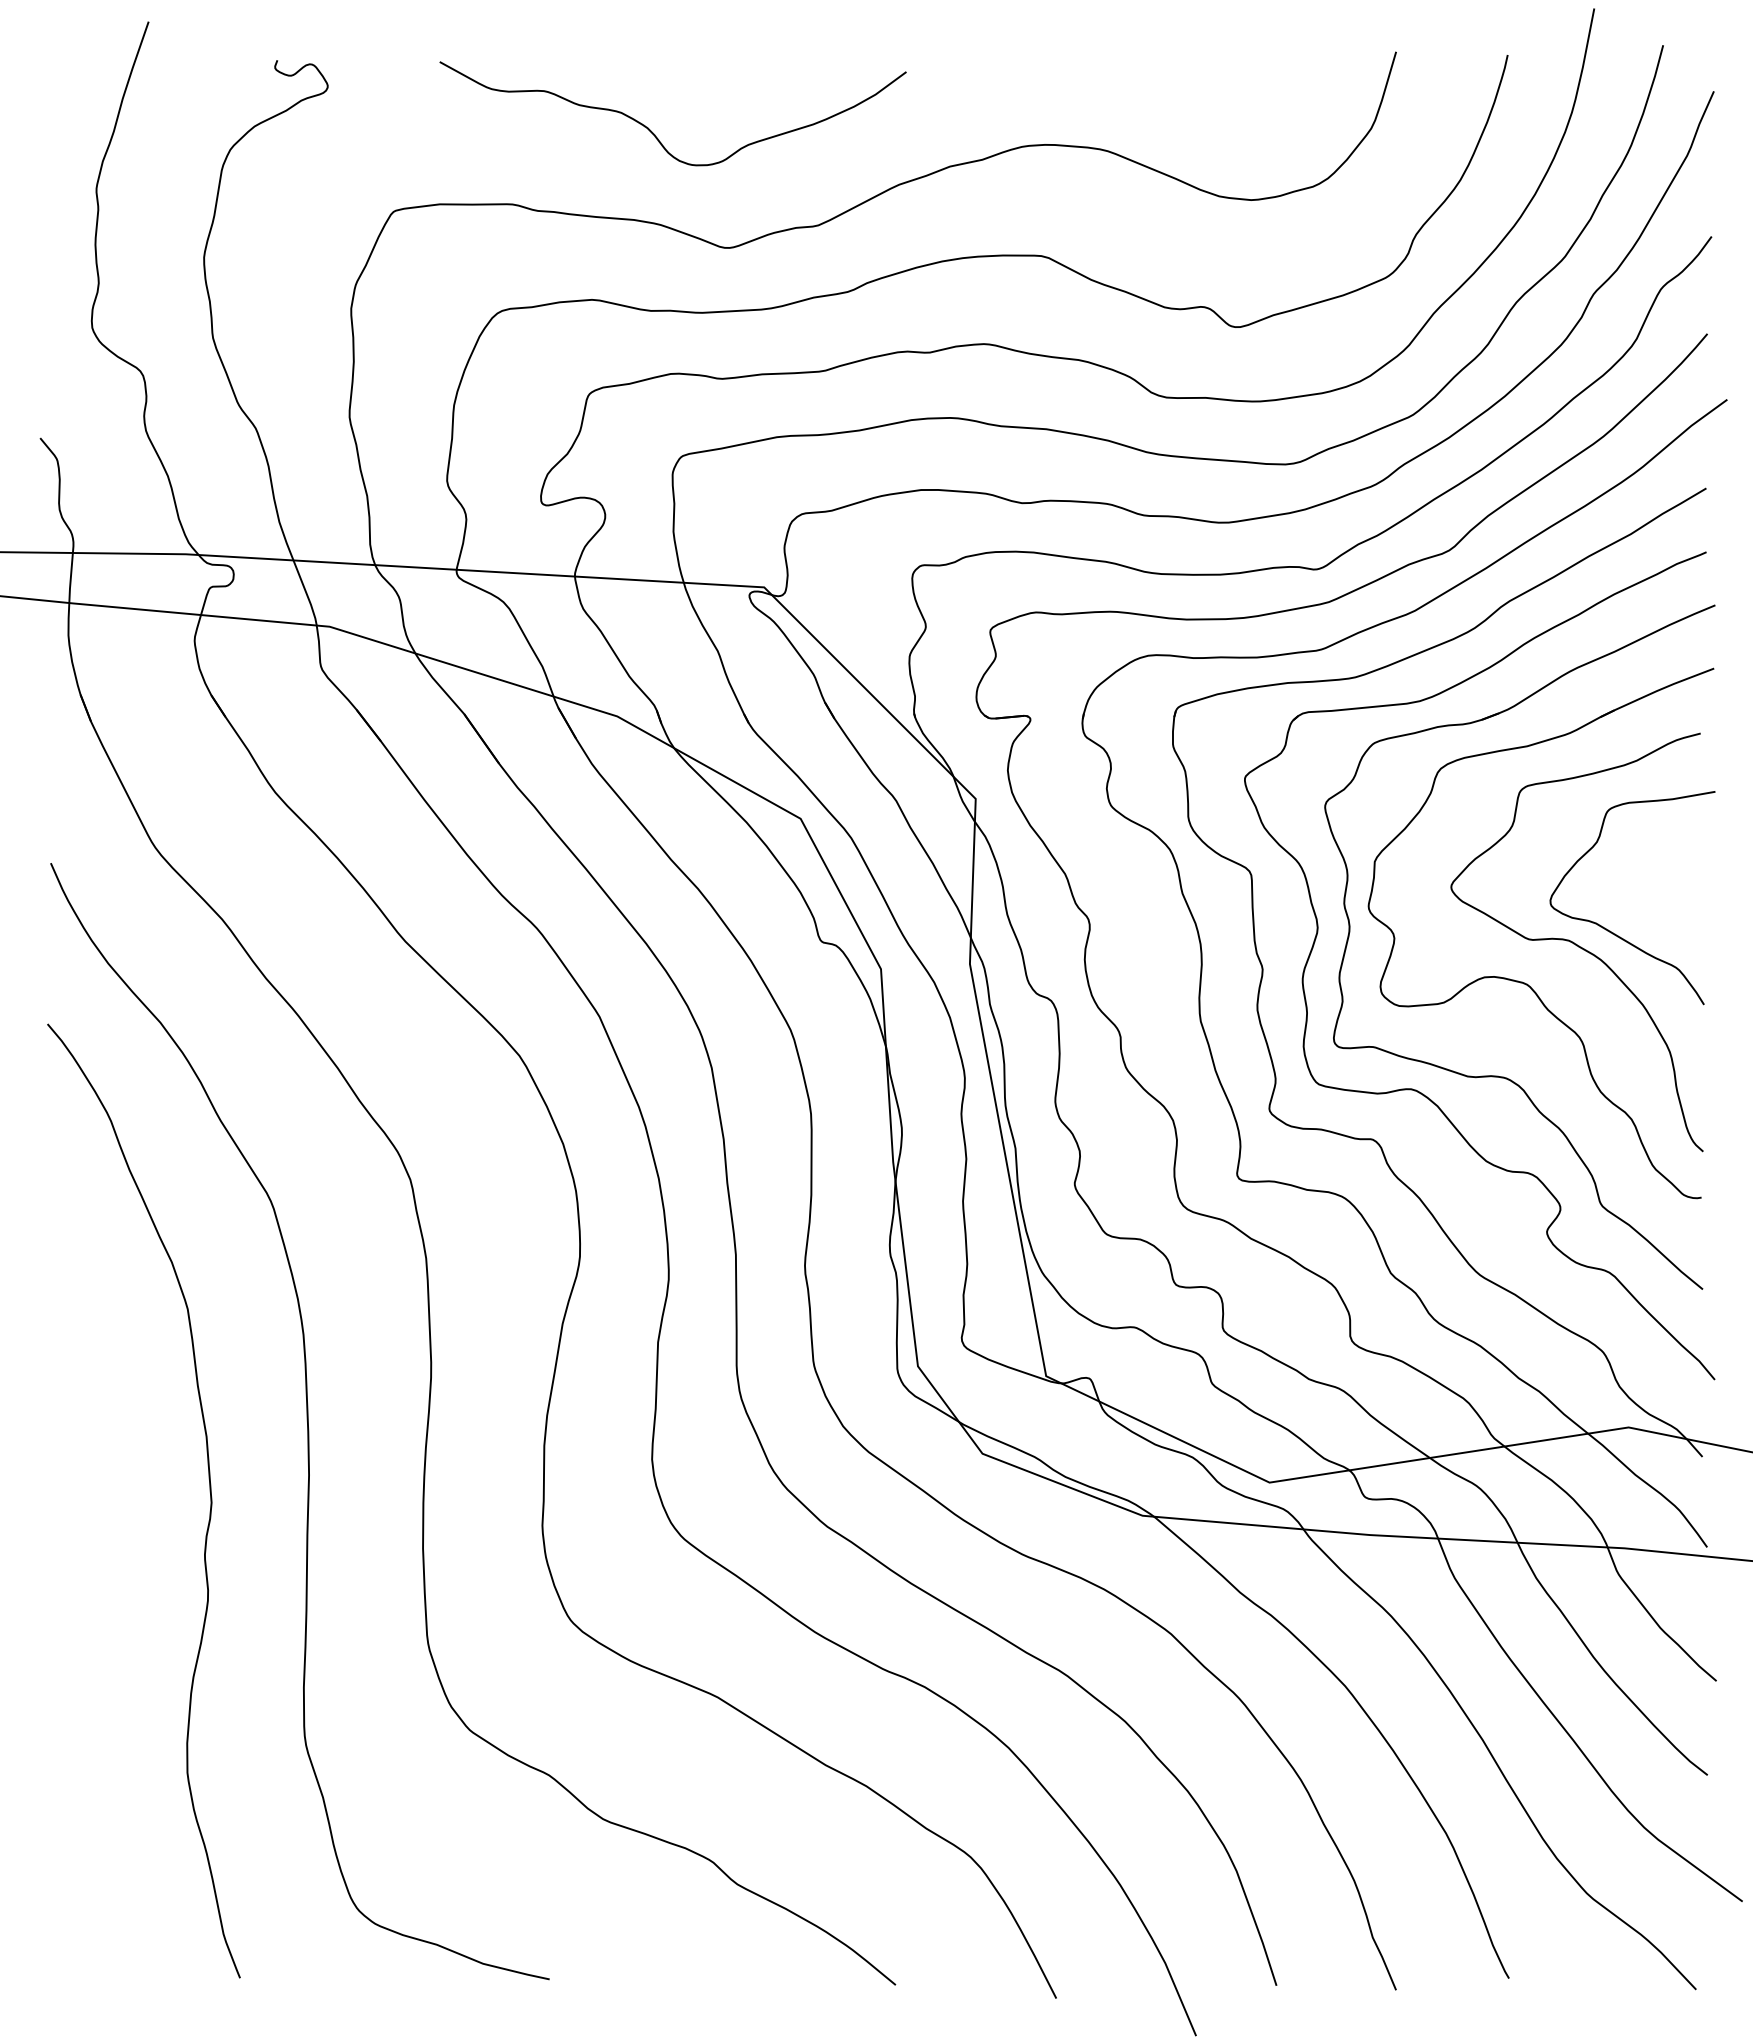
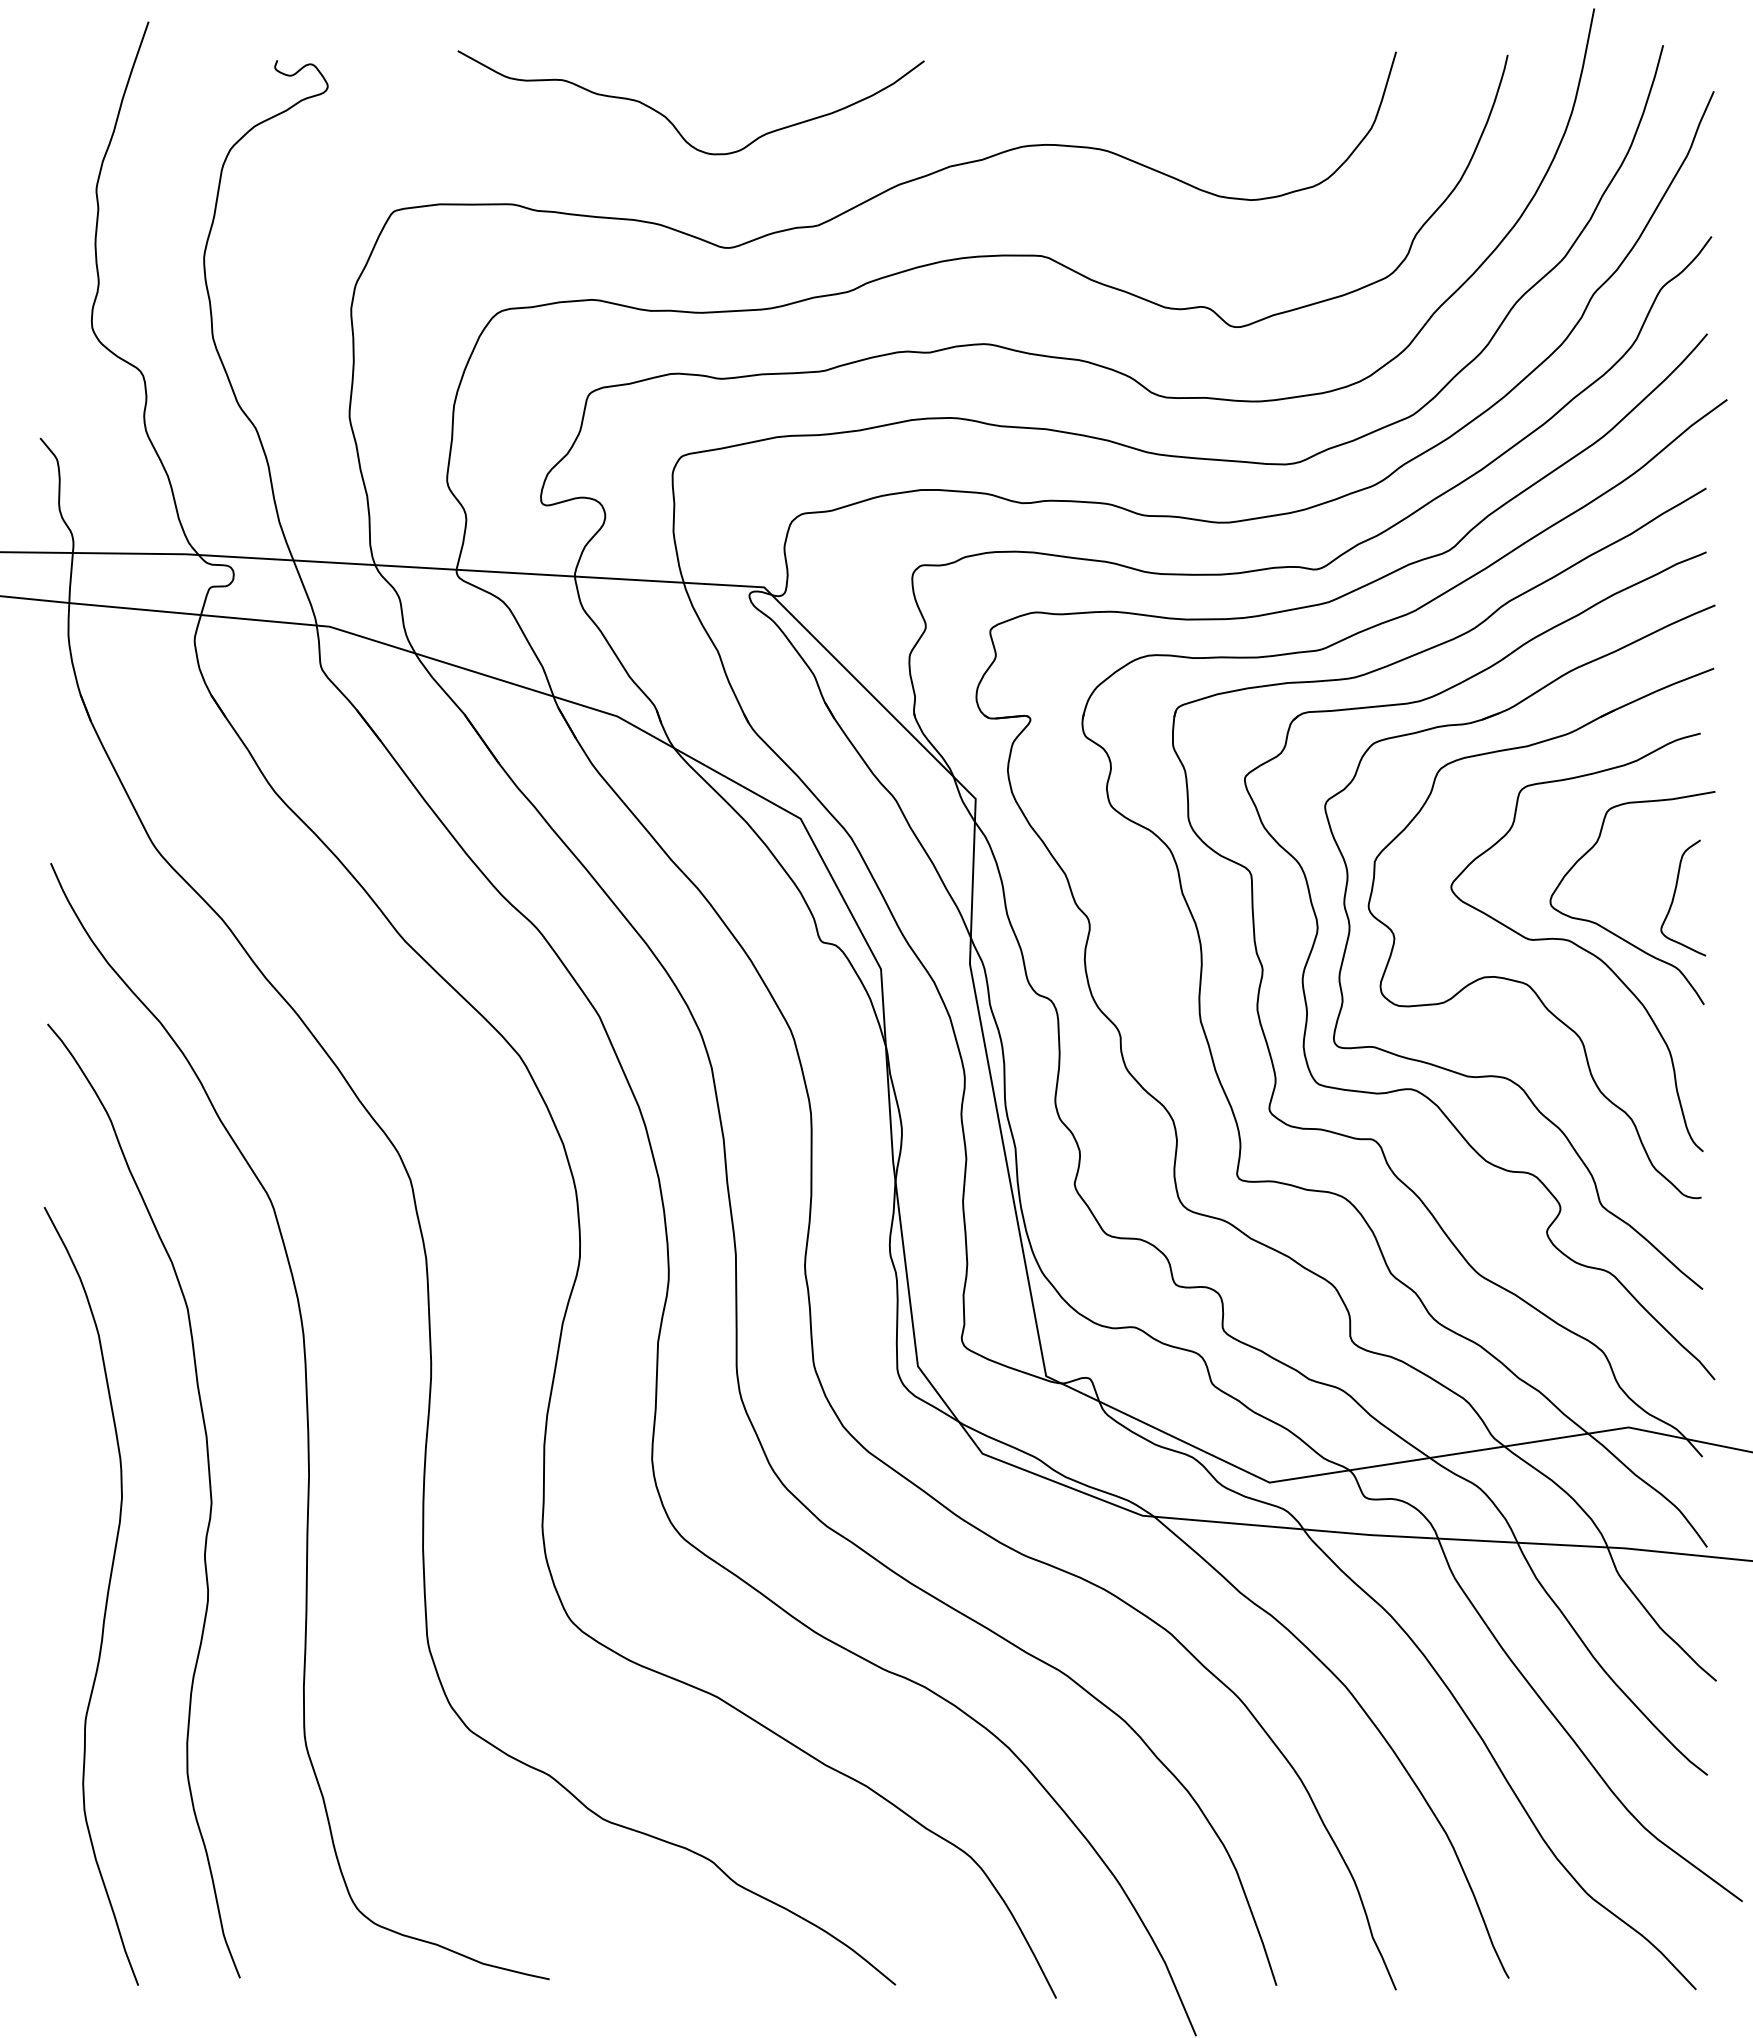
curve at (653, 132) position: (653, 132) -> (671, 121)
curve at (1675, 894): none -> present
curve at (106, 1596): none -> present
